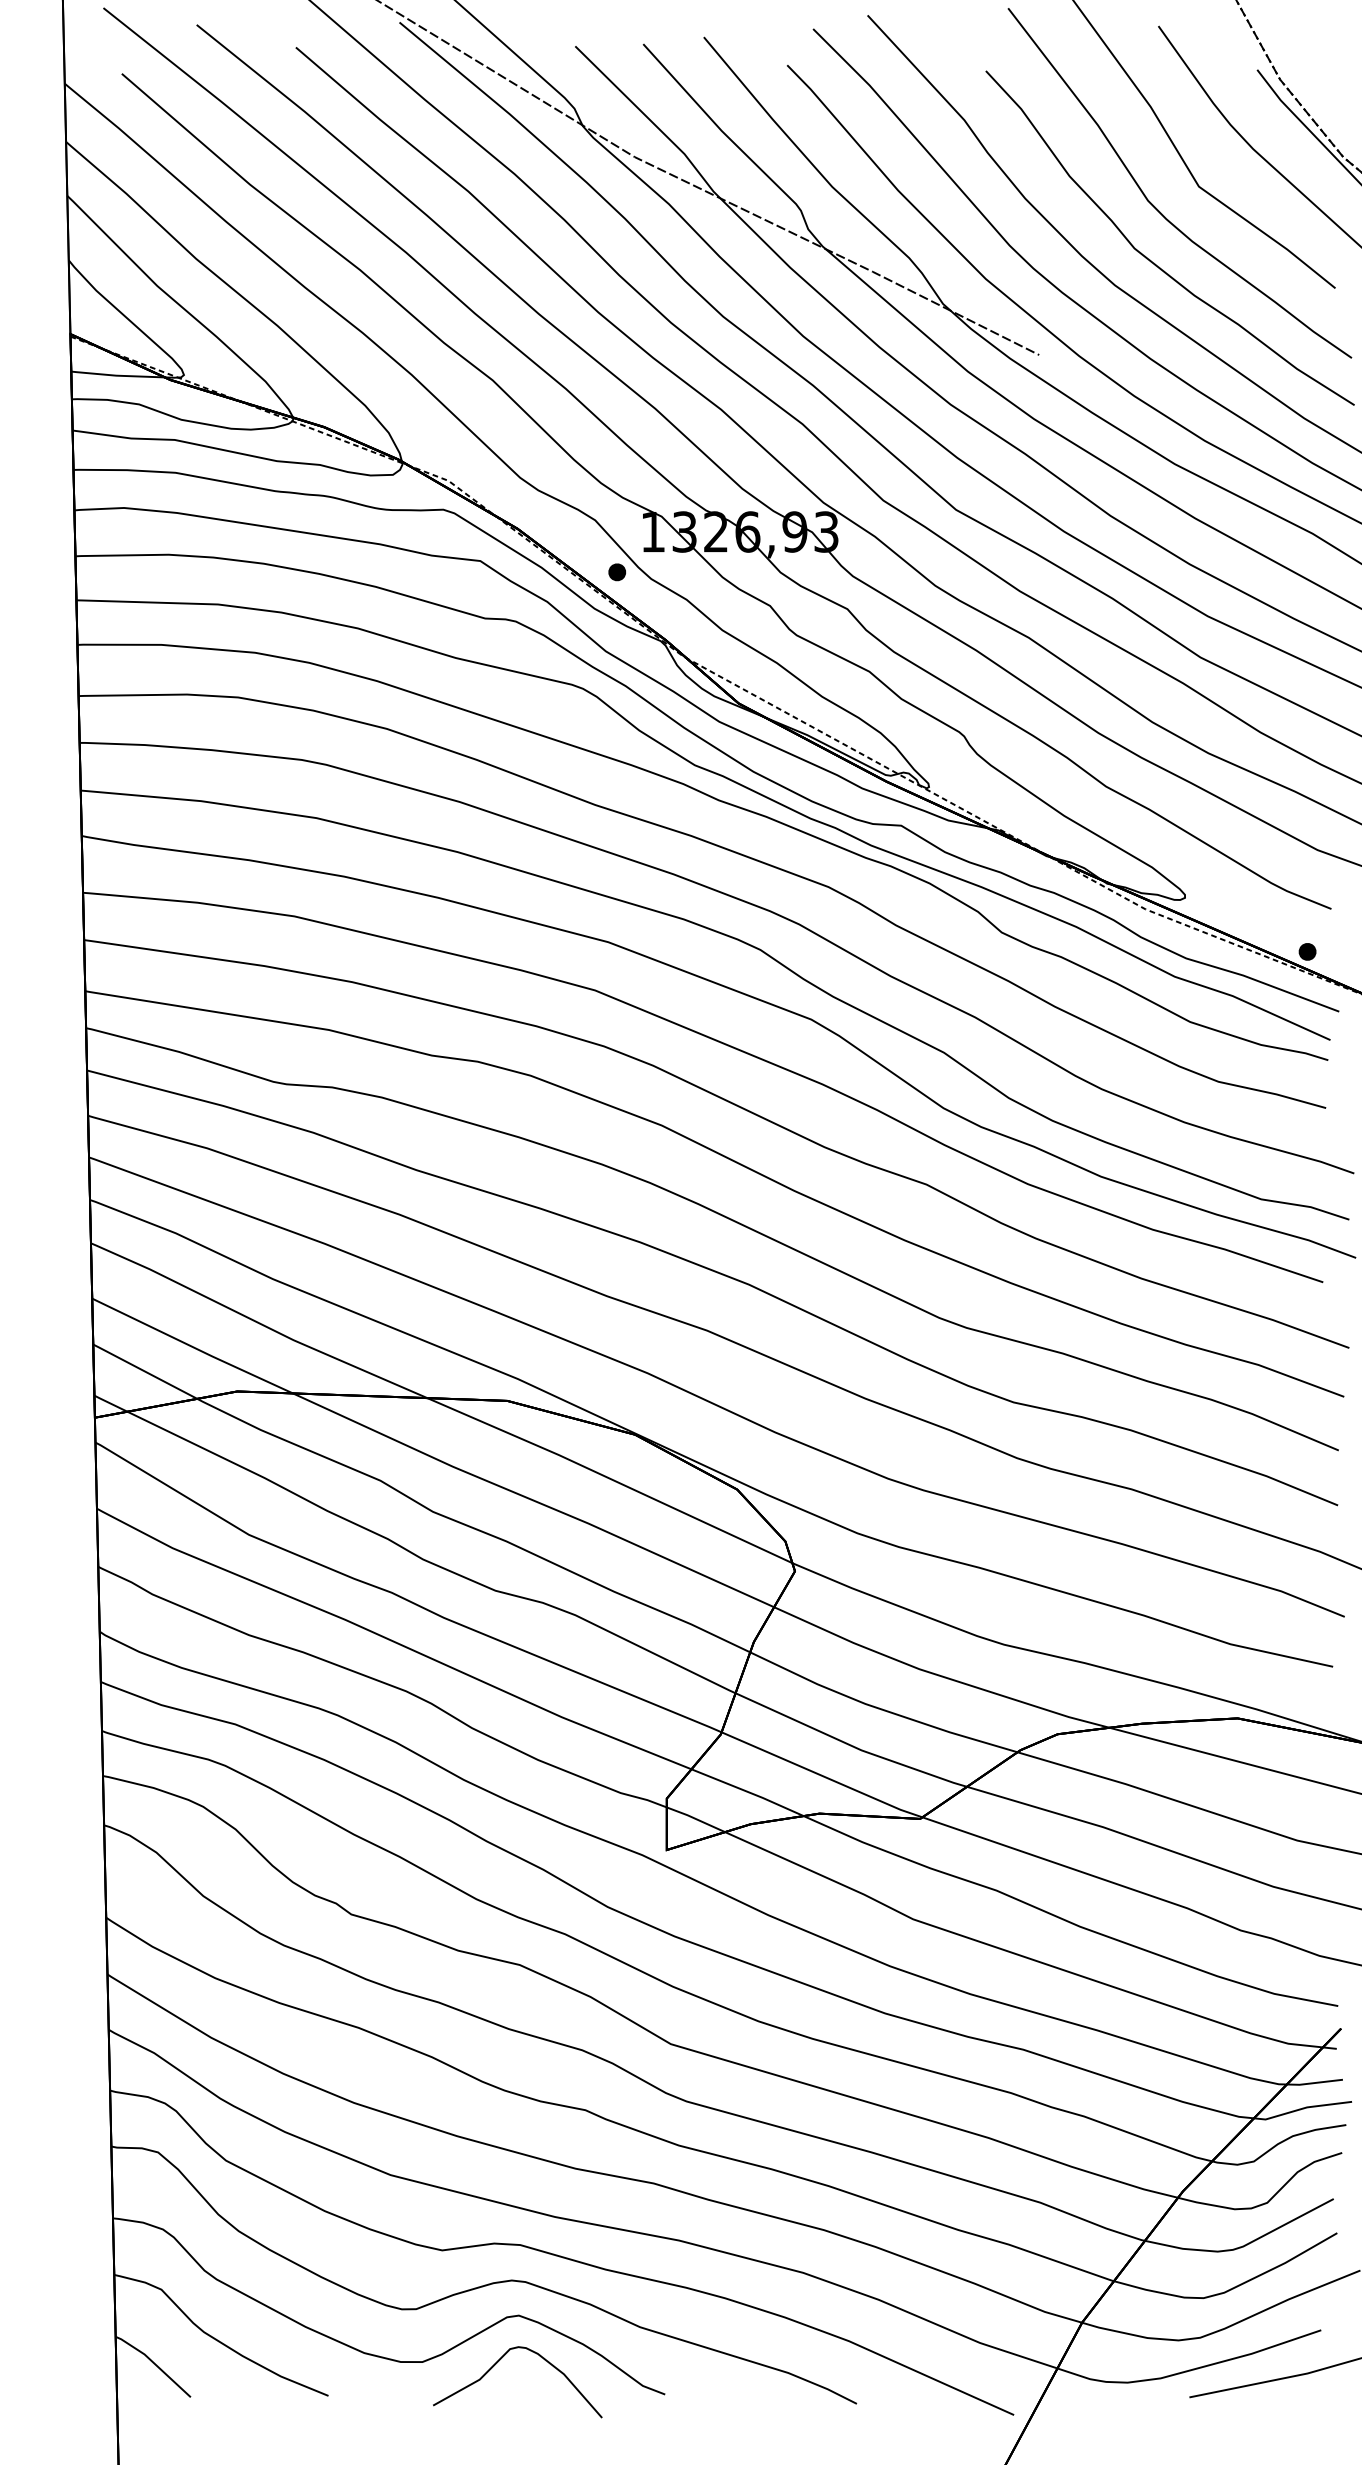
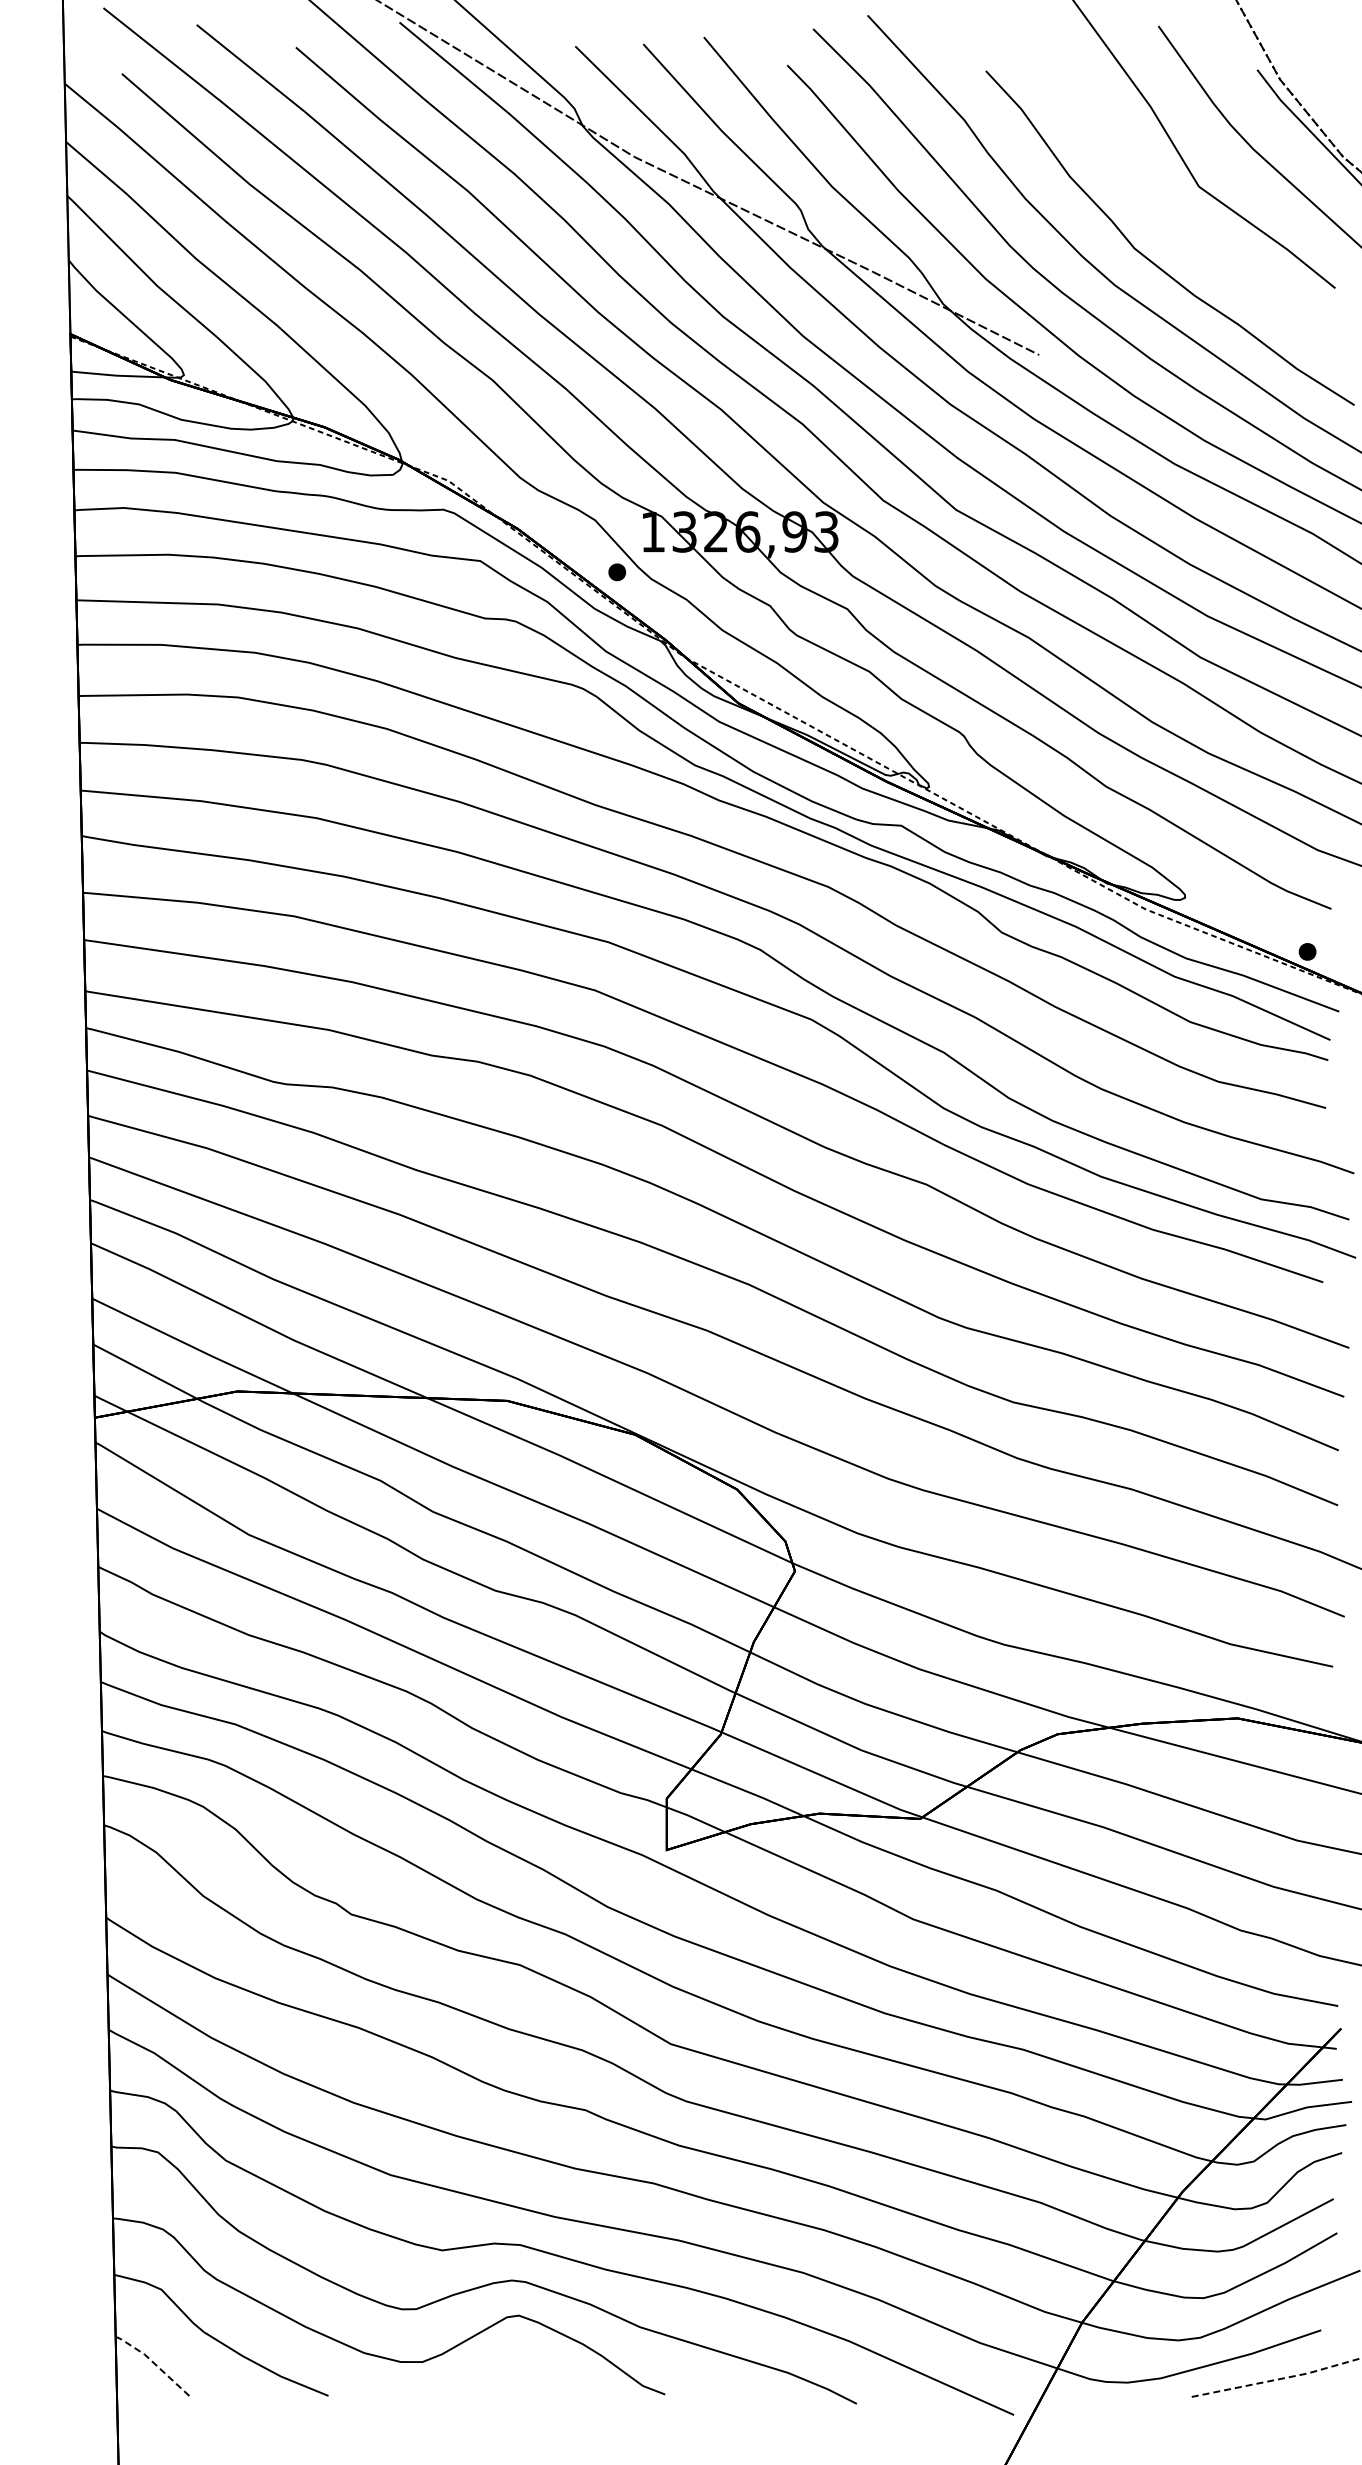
curve at (1155, 206): present -> none
curve at (498, 2362): present -> none
line at (154, 2363): solid -> dashed
line at (1276, 2379): solid -> dashed
